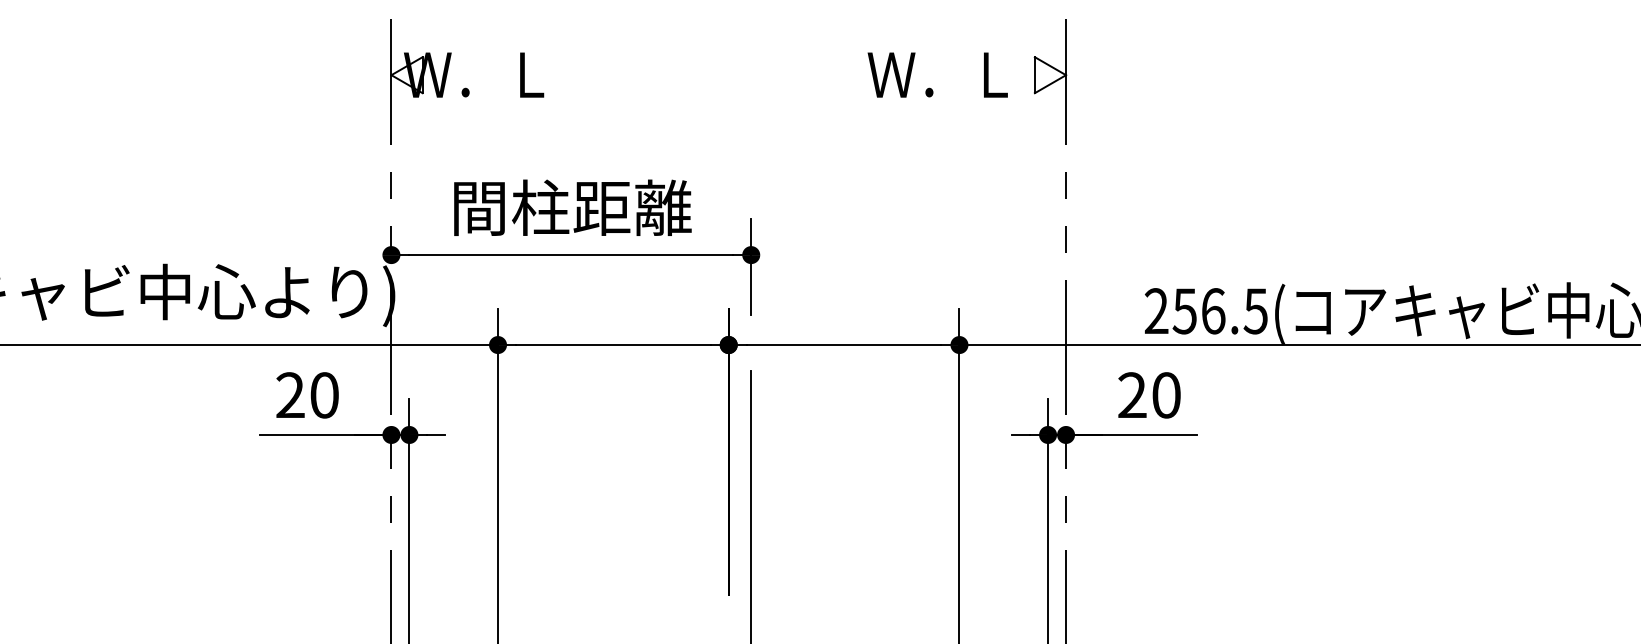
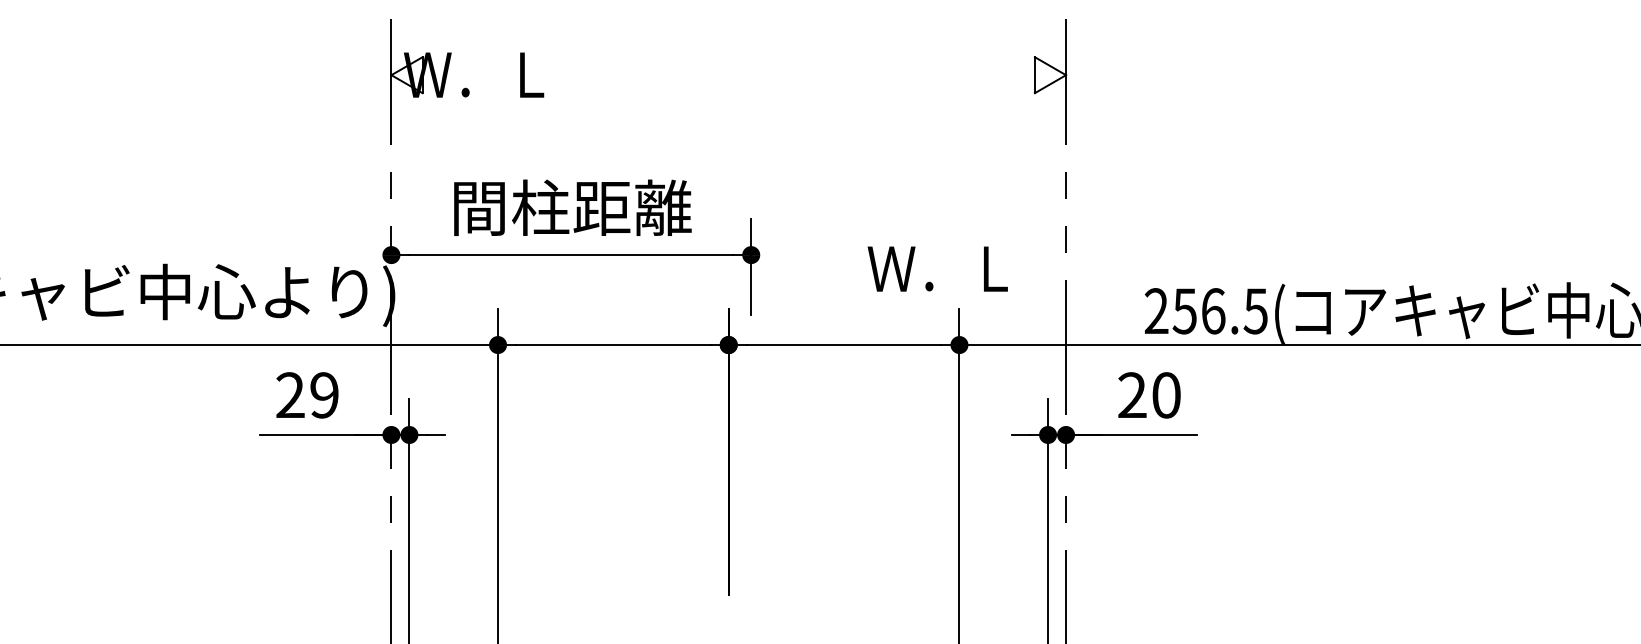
text at (937, 74) position: (937, 74) -> (937, 268)
text at (324, 395): 20 -> 29
line at (751, 505): present -> none
